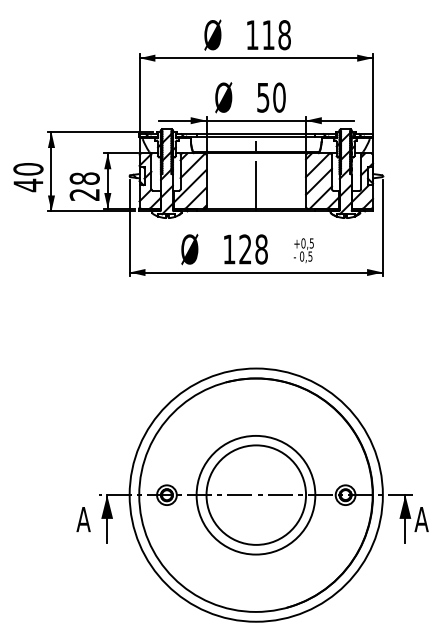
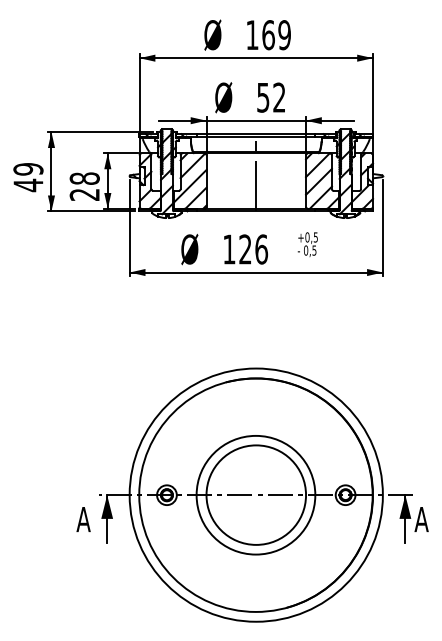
text at (276, 35): 118 -> 169
text at (279, 97): 50 -> 52
text at (28, 169): 40 -> 49
text at (261, 249): 128 -> 126
text at (303, 250) position: (303, 250) -> (307, 244)
